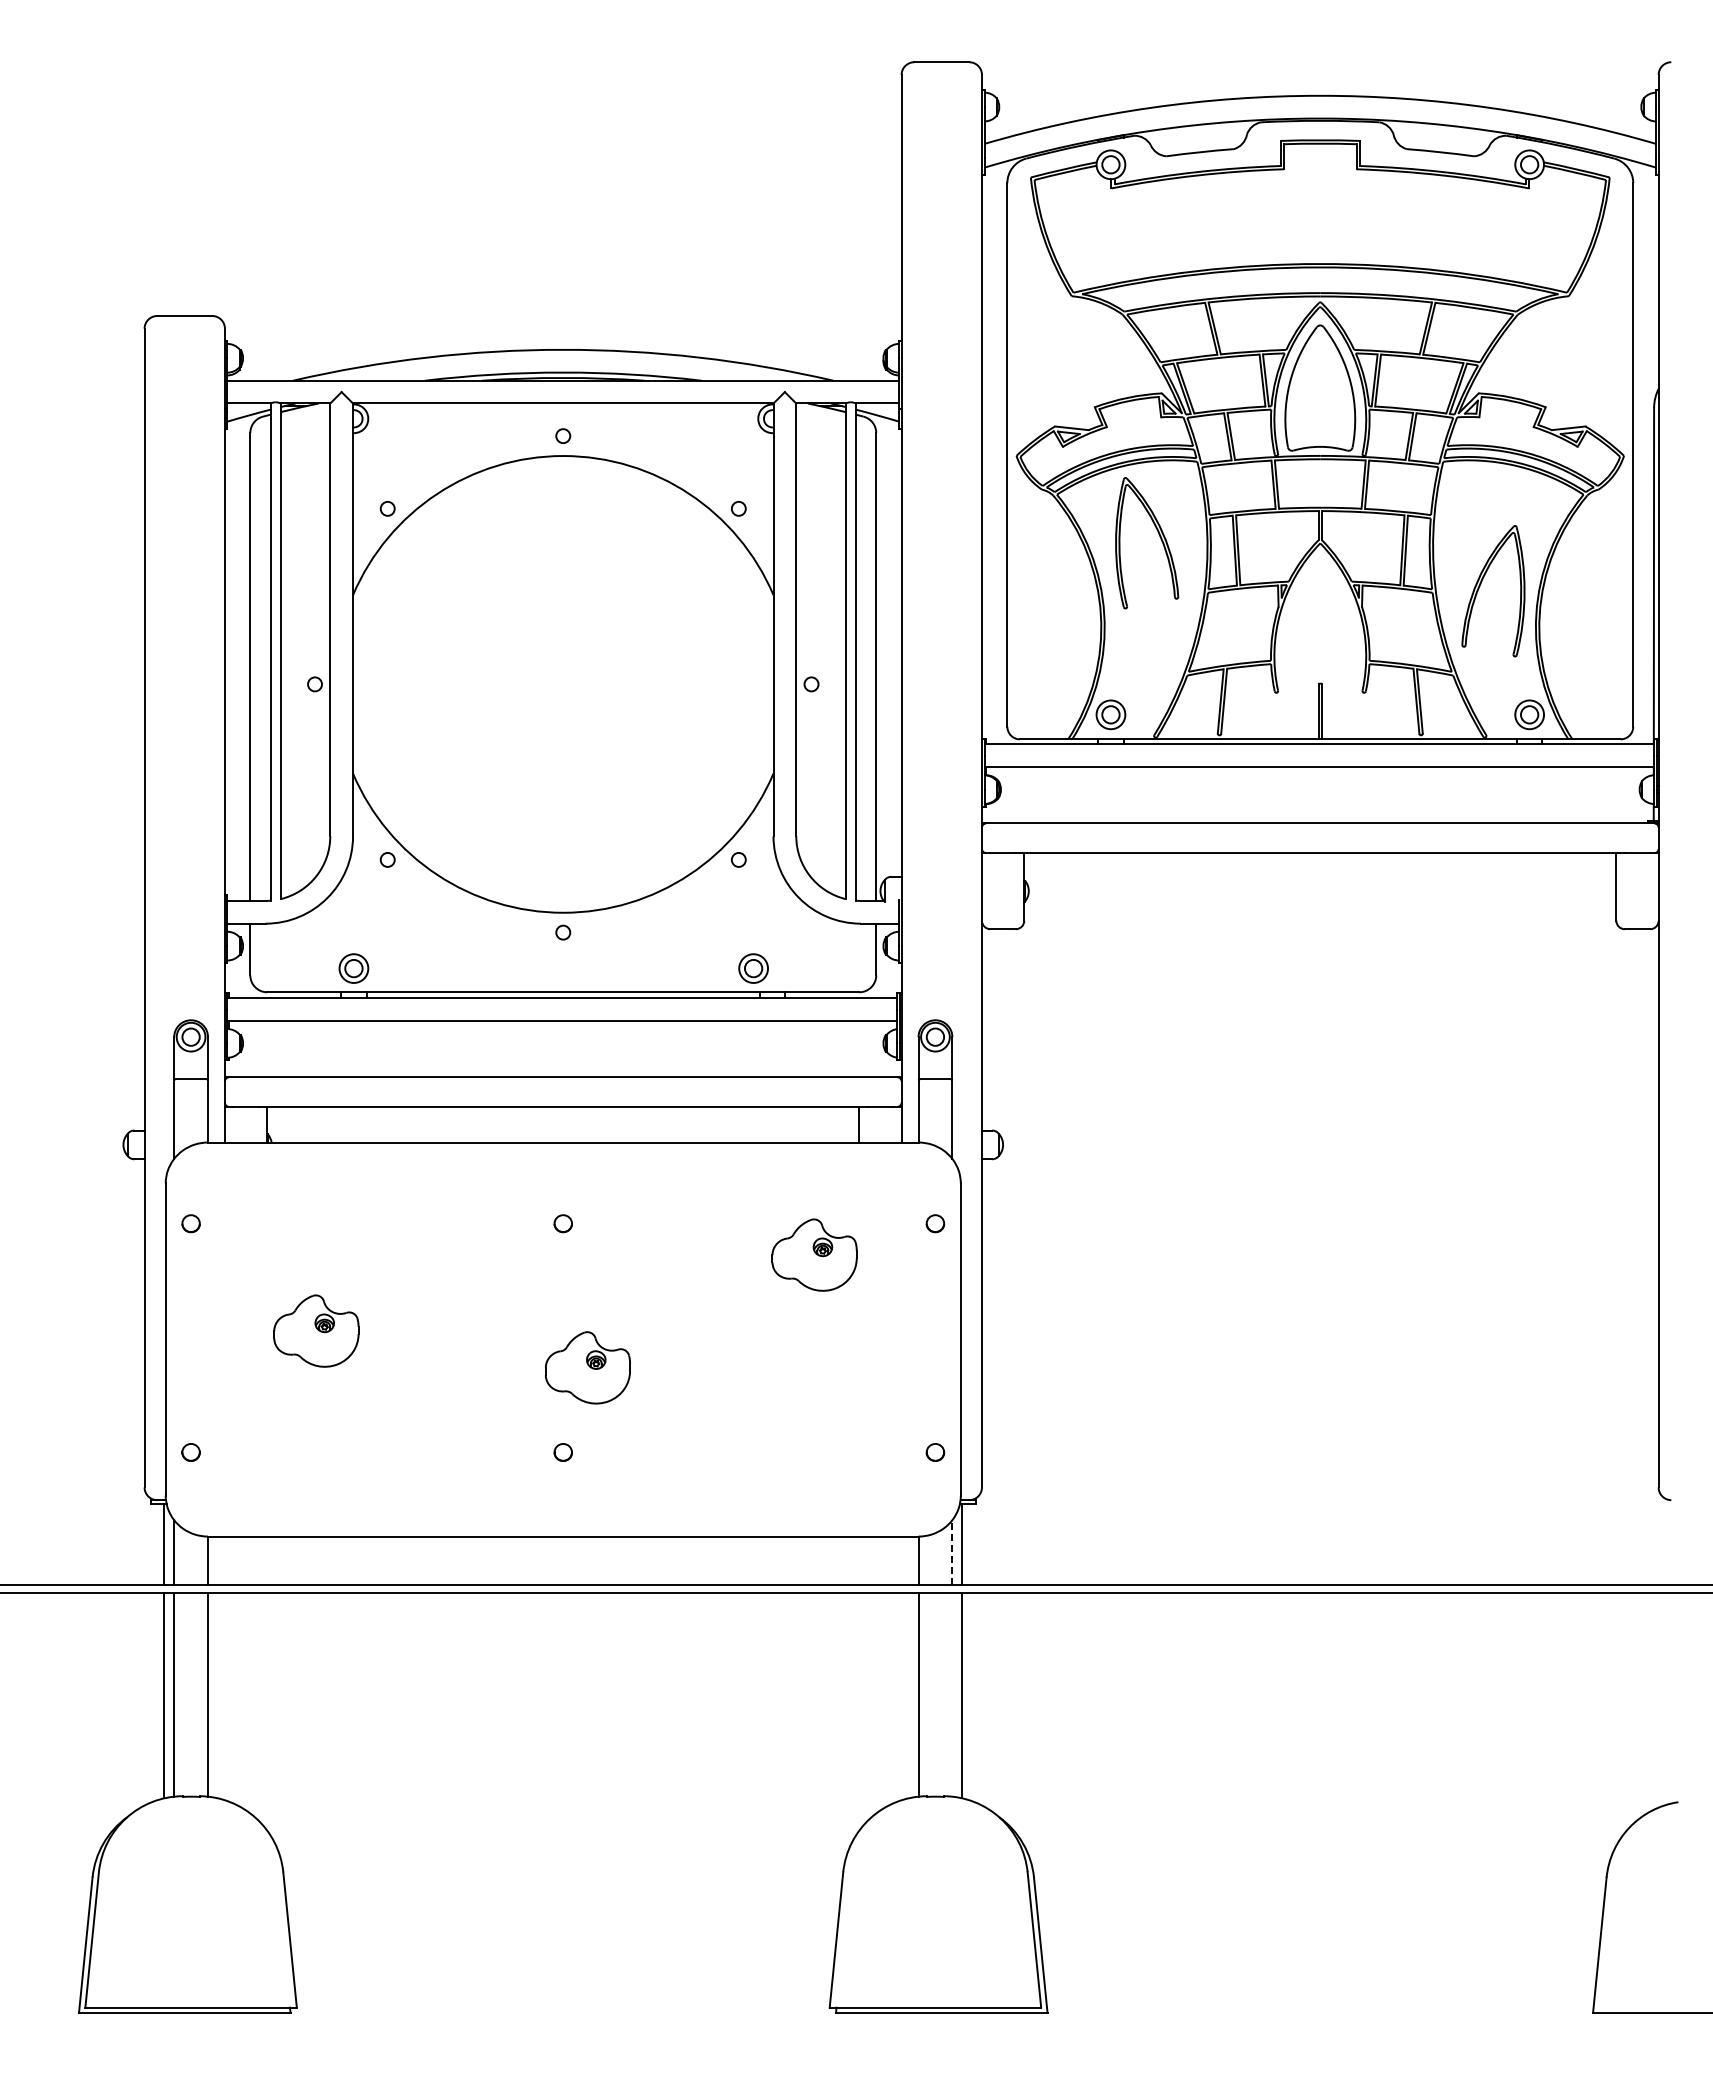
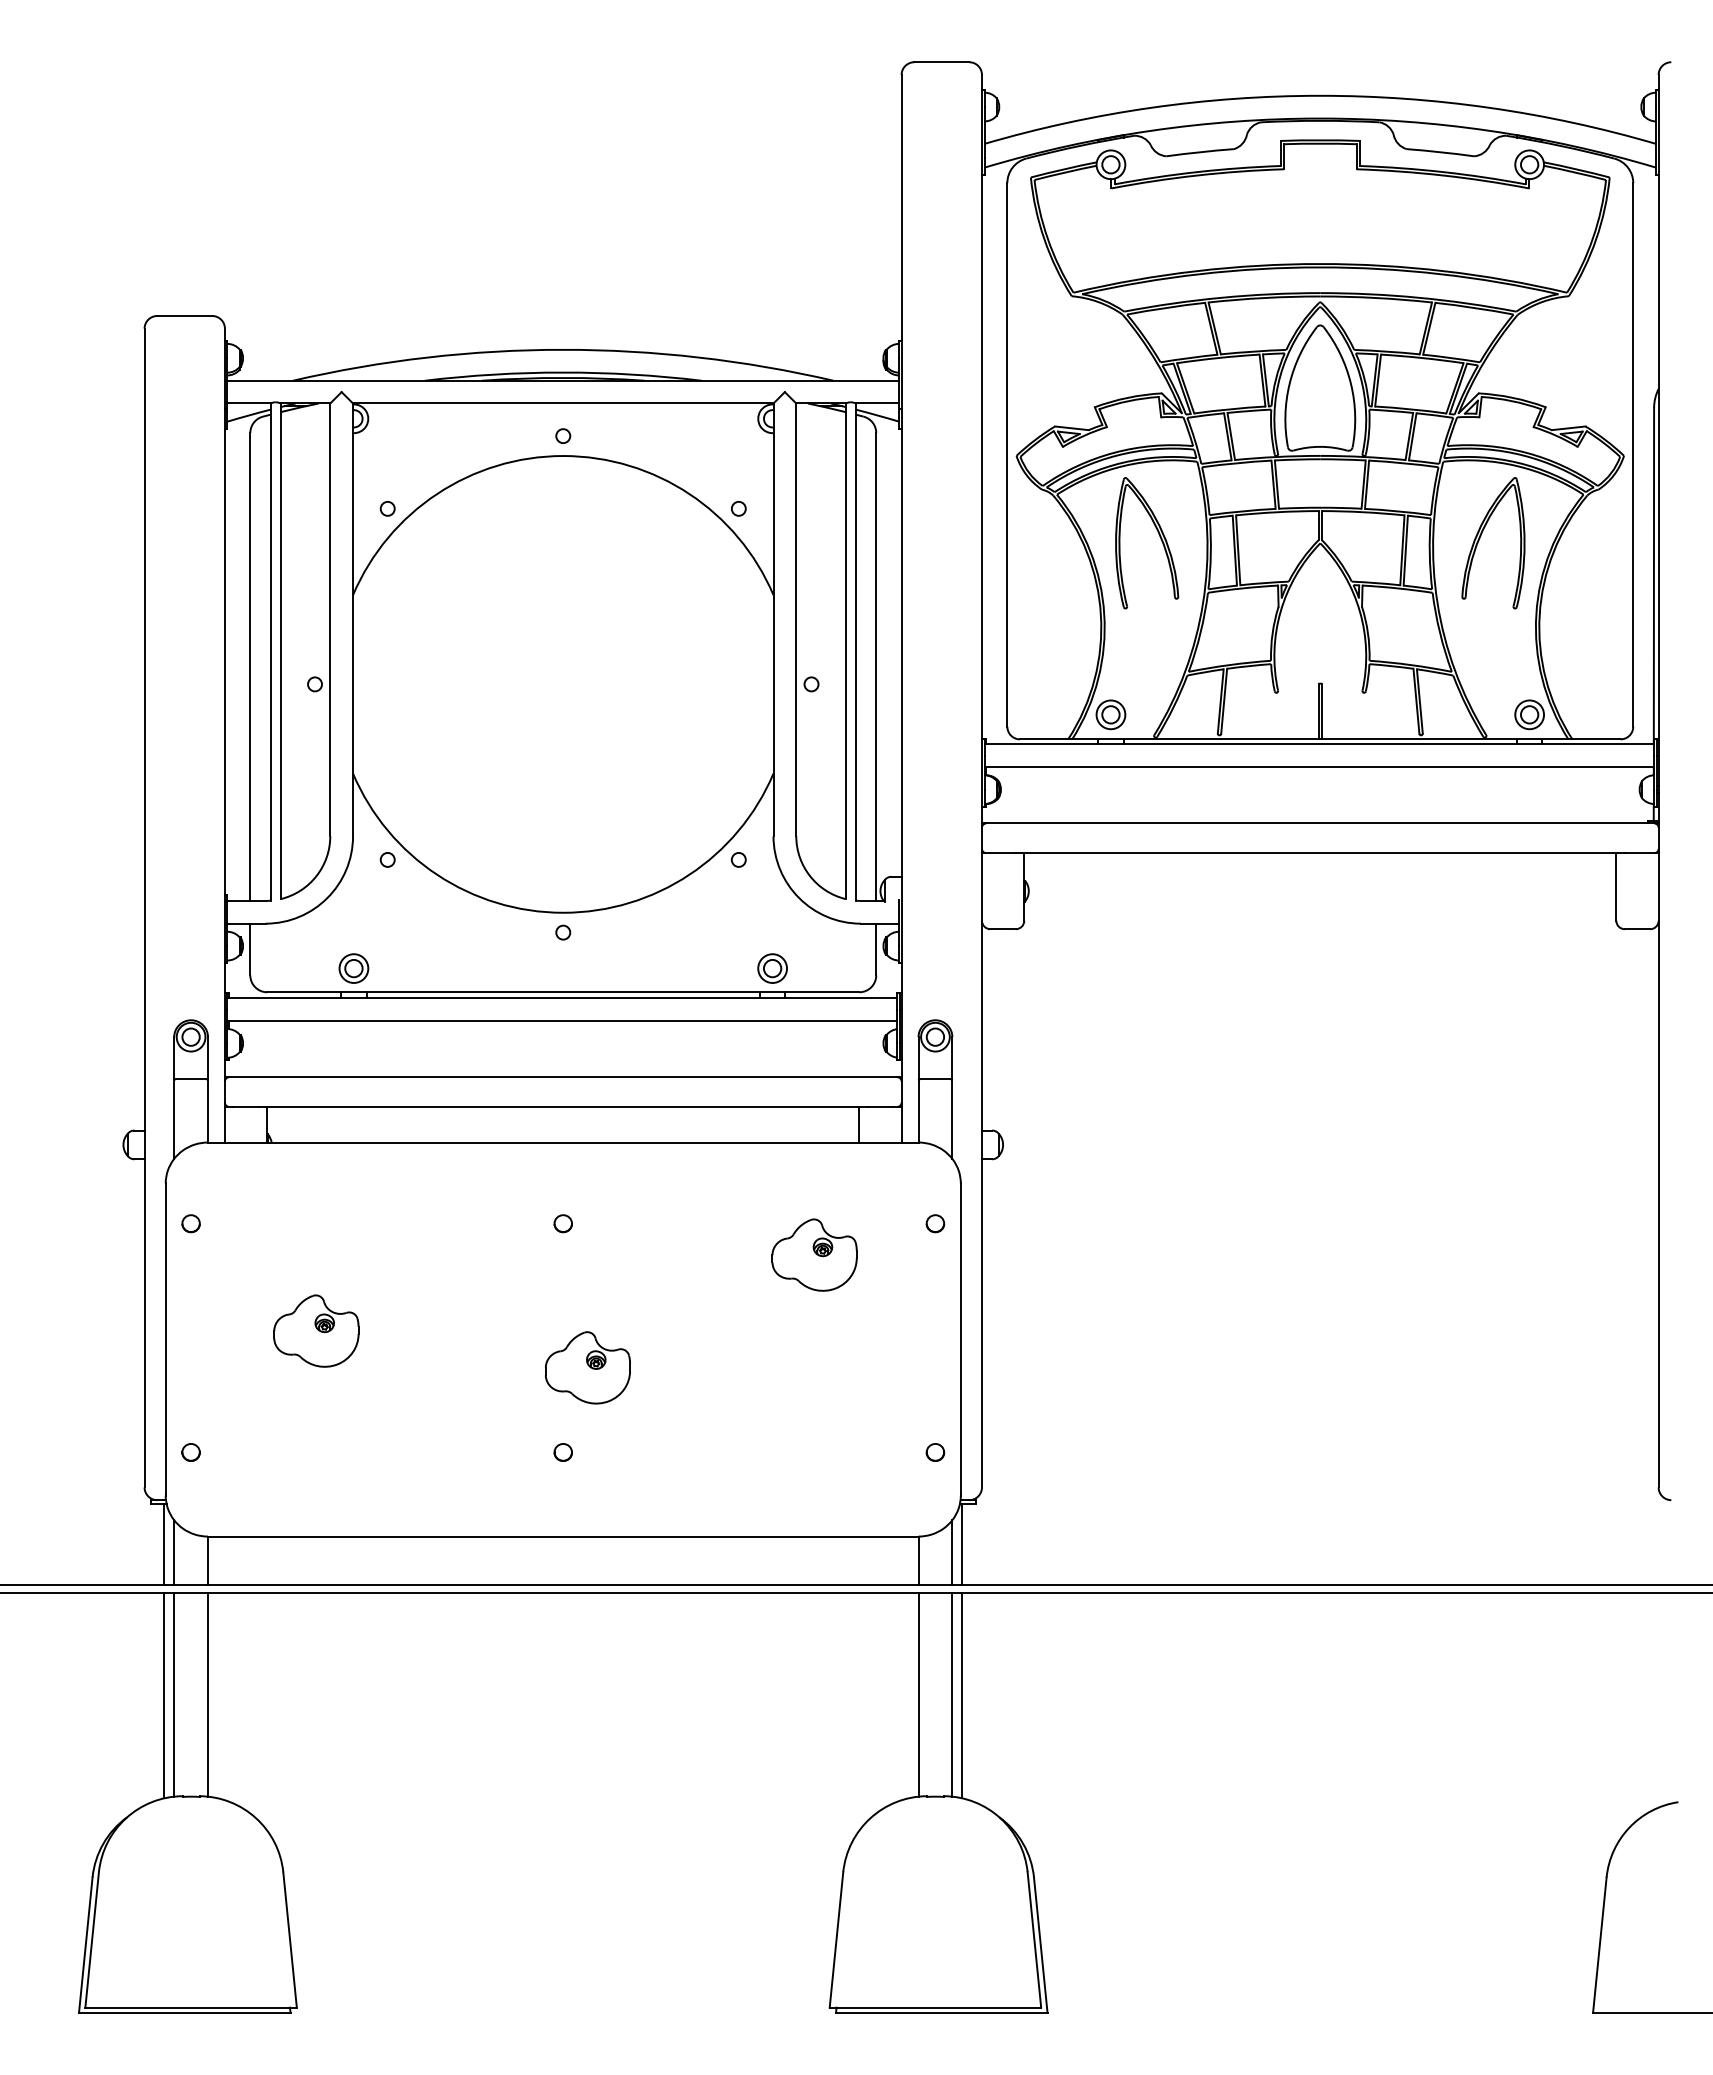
part at (1481, 584) position: (1481, 584) -> (1481, 536)
part at (753, 968) position: (753, 968) -> (772, 968)
line at (952, 1551): dashed -> solid
line at (952, 1694): none -> present
